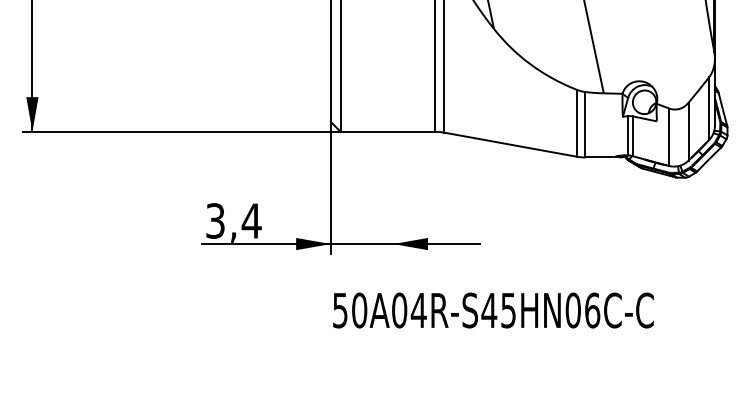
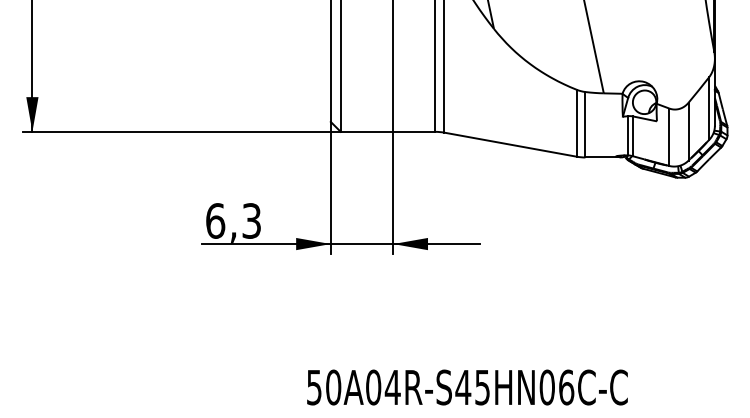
line at (393, 127): none -> present
text at (233, 220): 3,4 -> 6,3
text at (493, 310) position: (493, 310) -> (467, 387)
